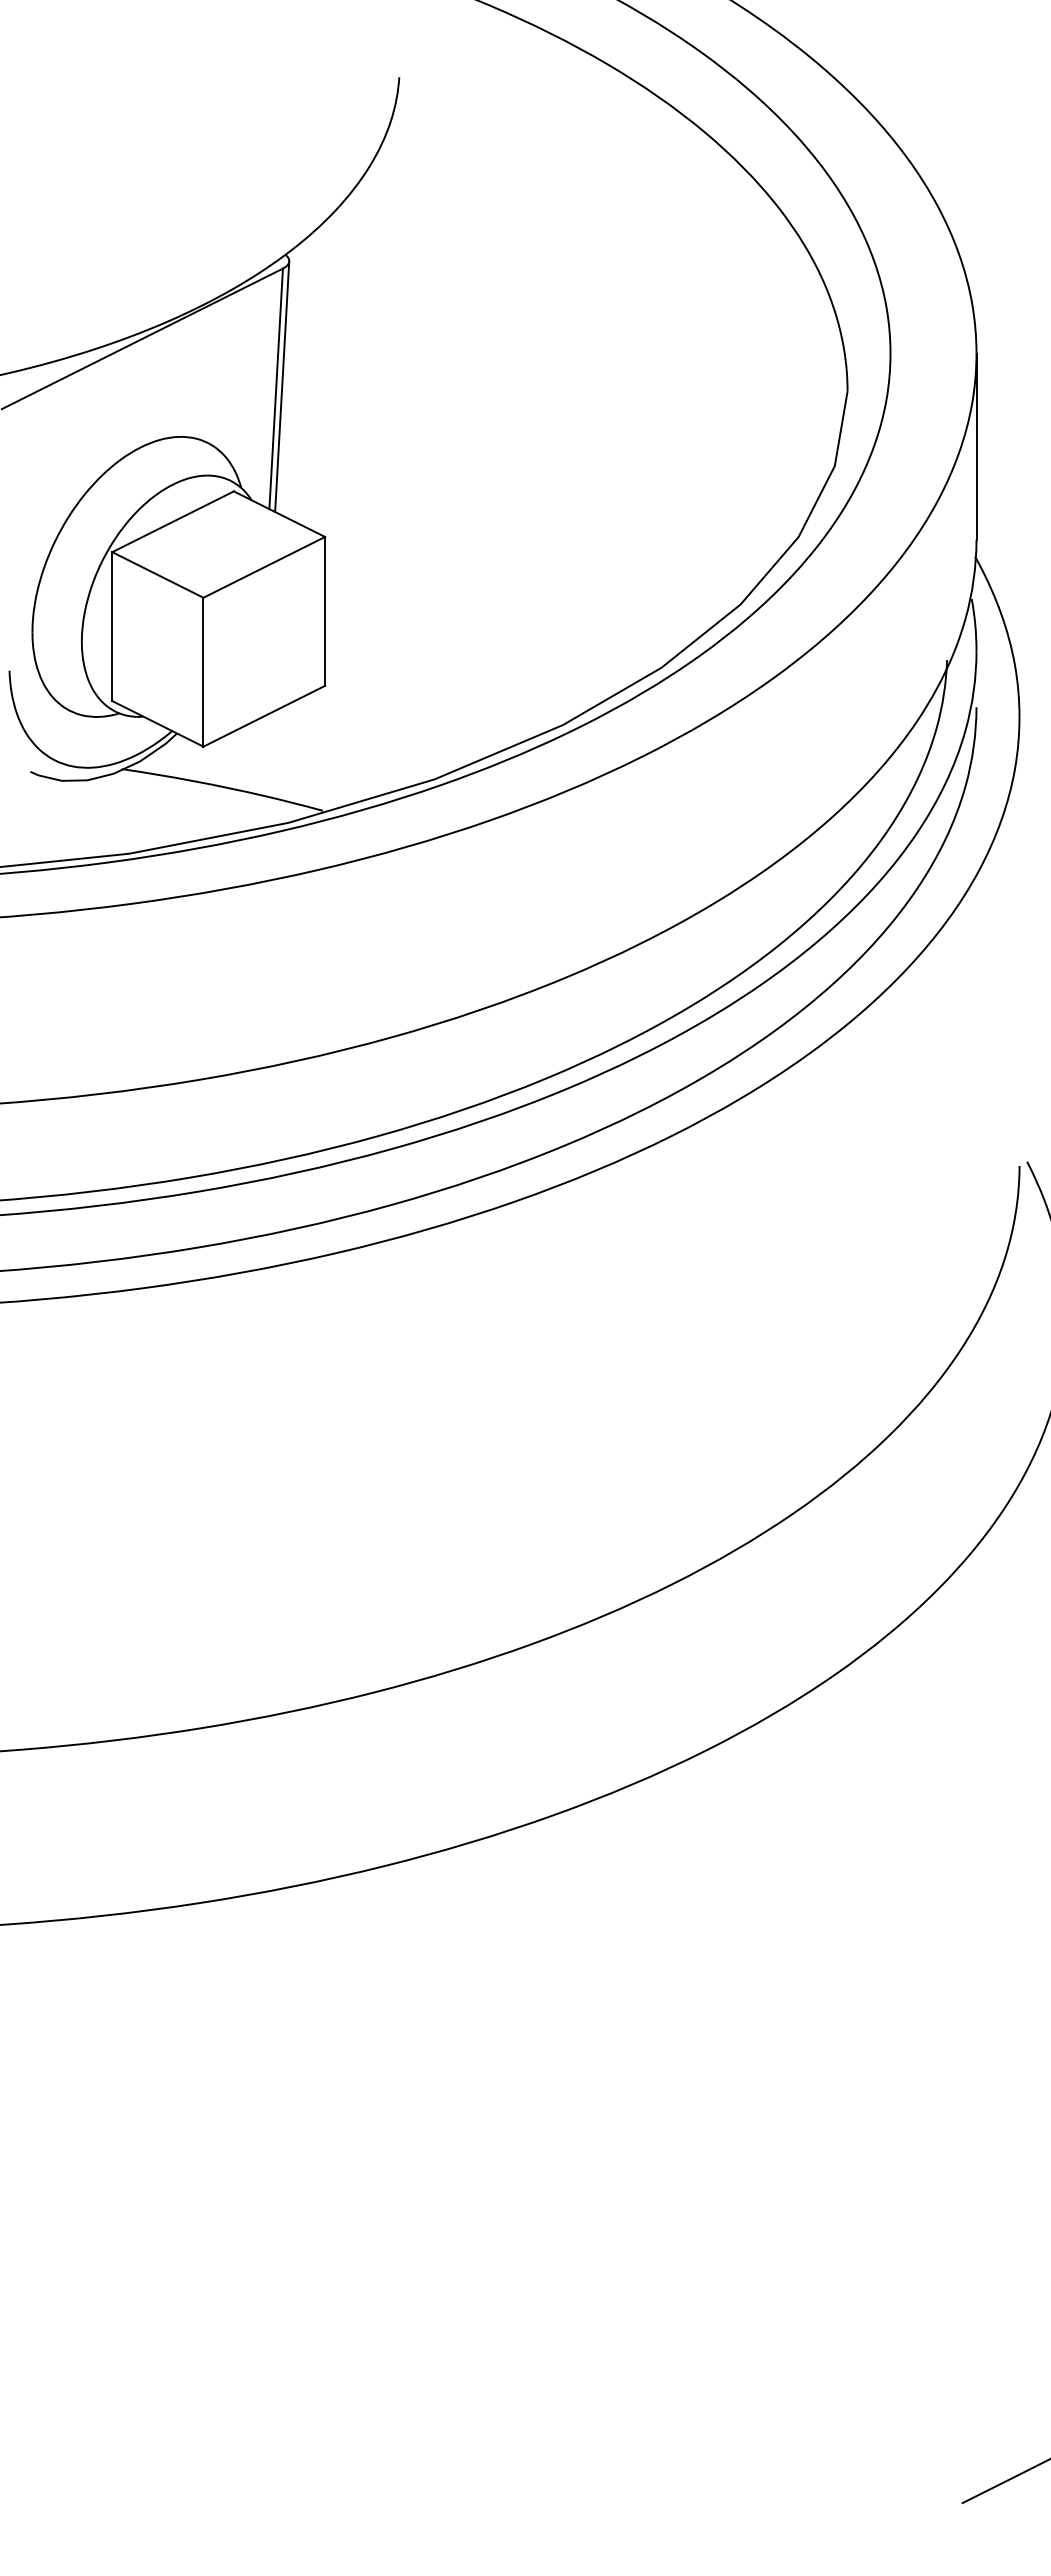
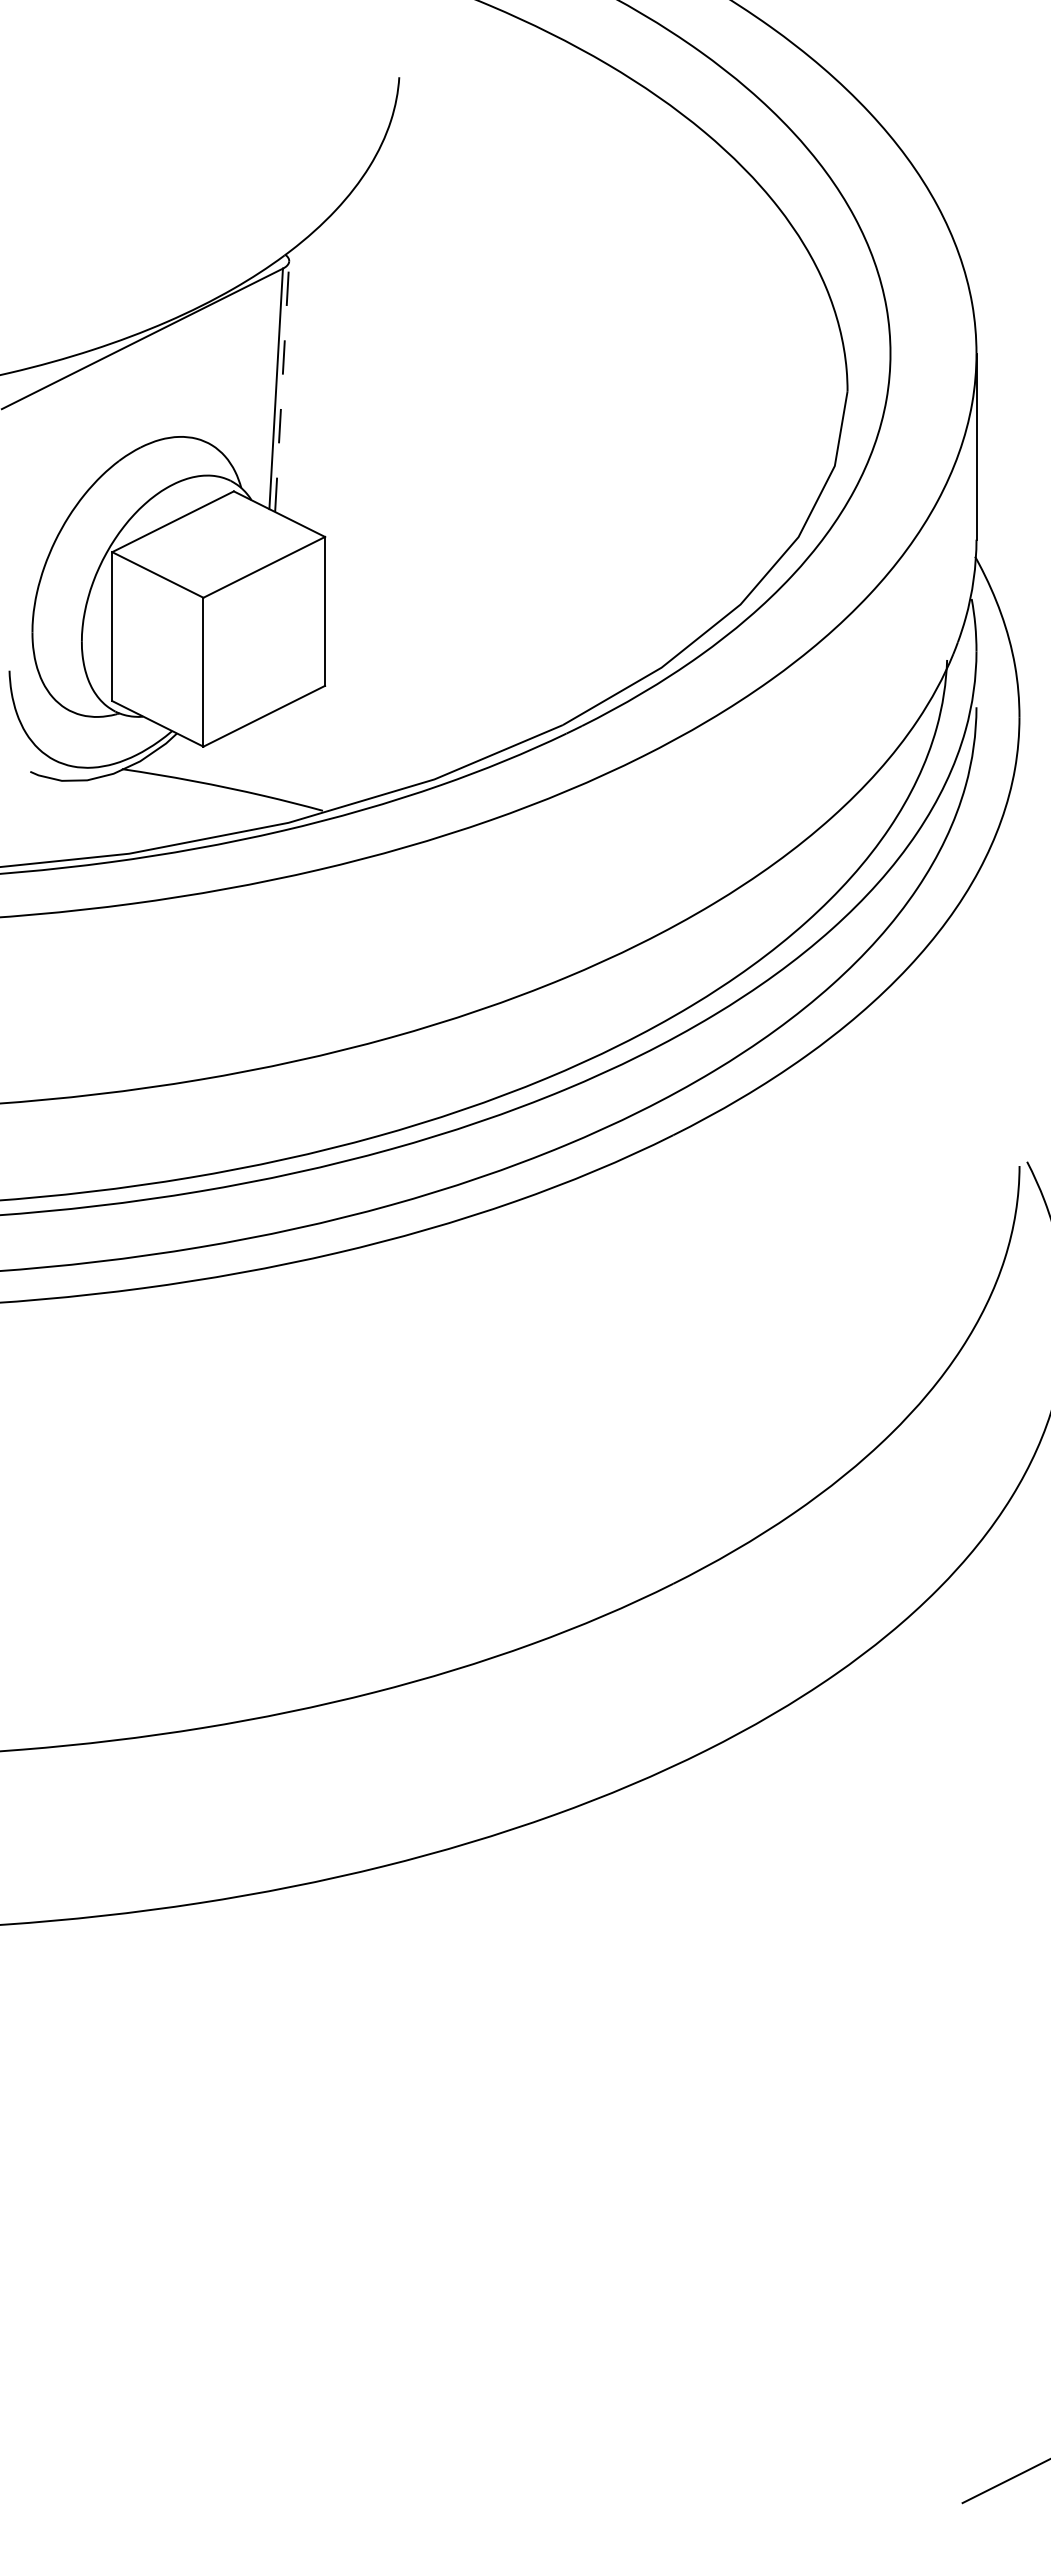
line at (282, 386): solid -> dashed
